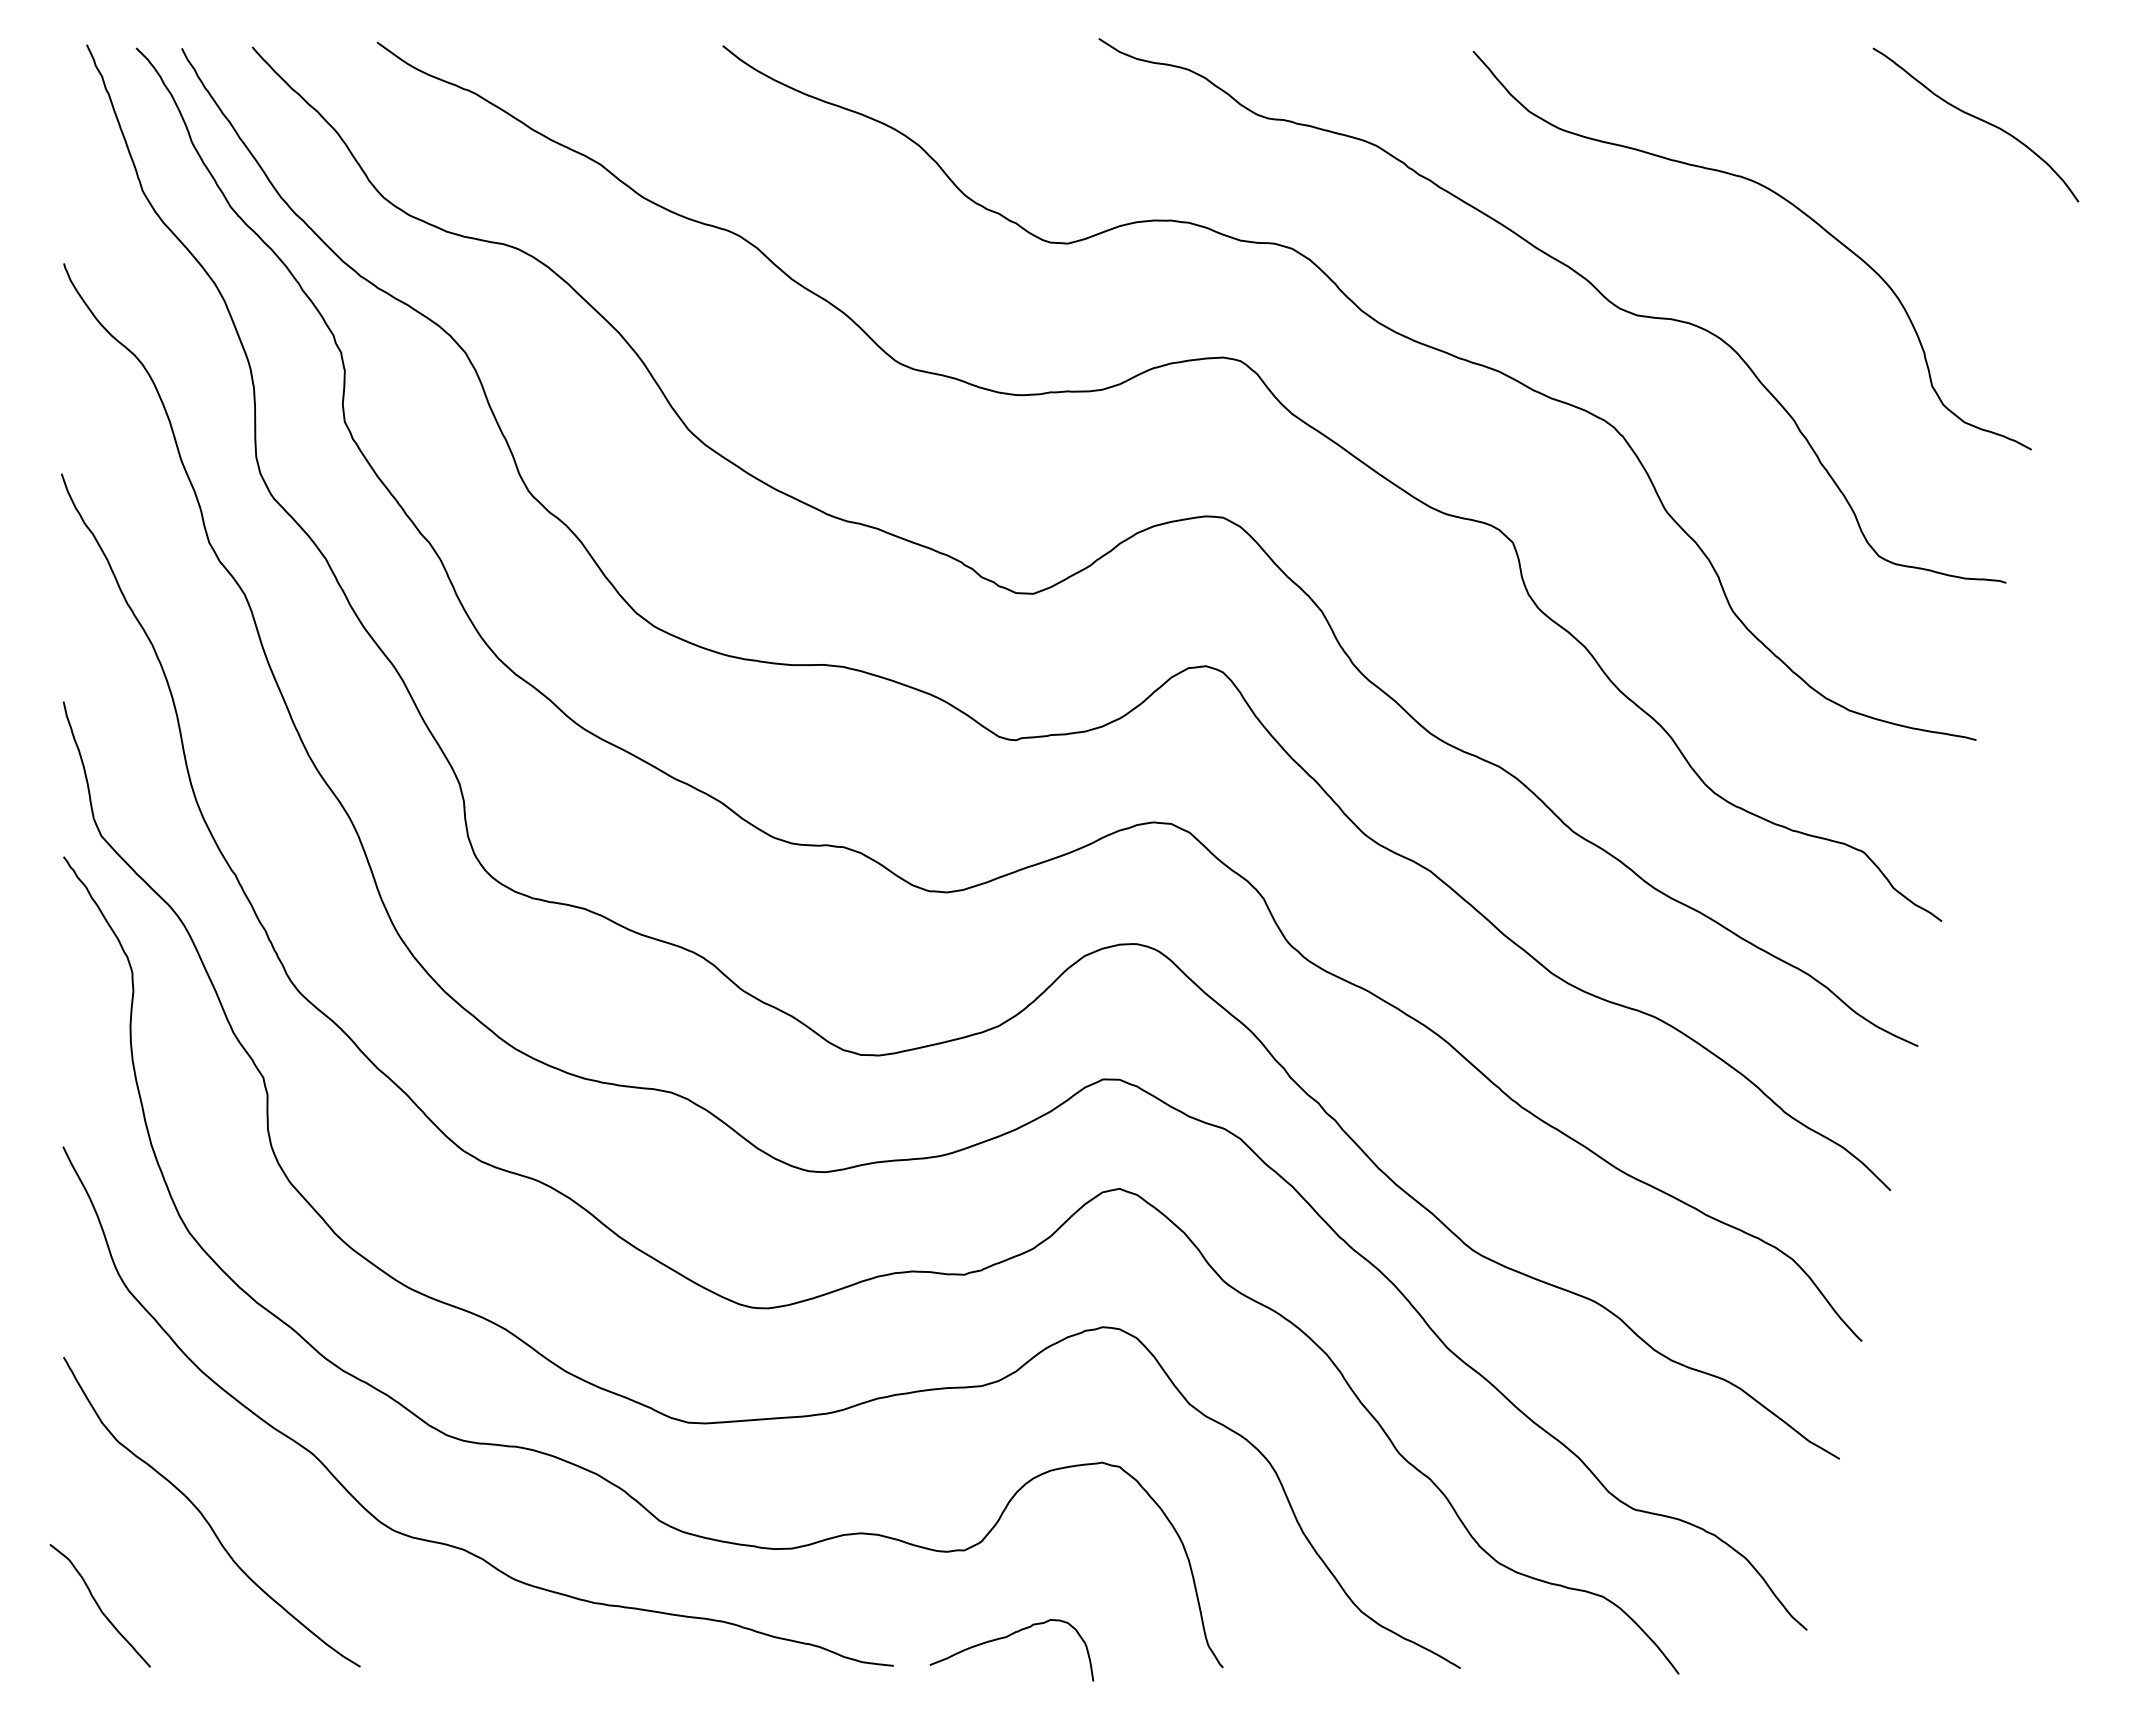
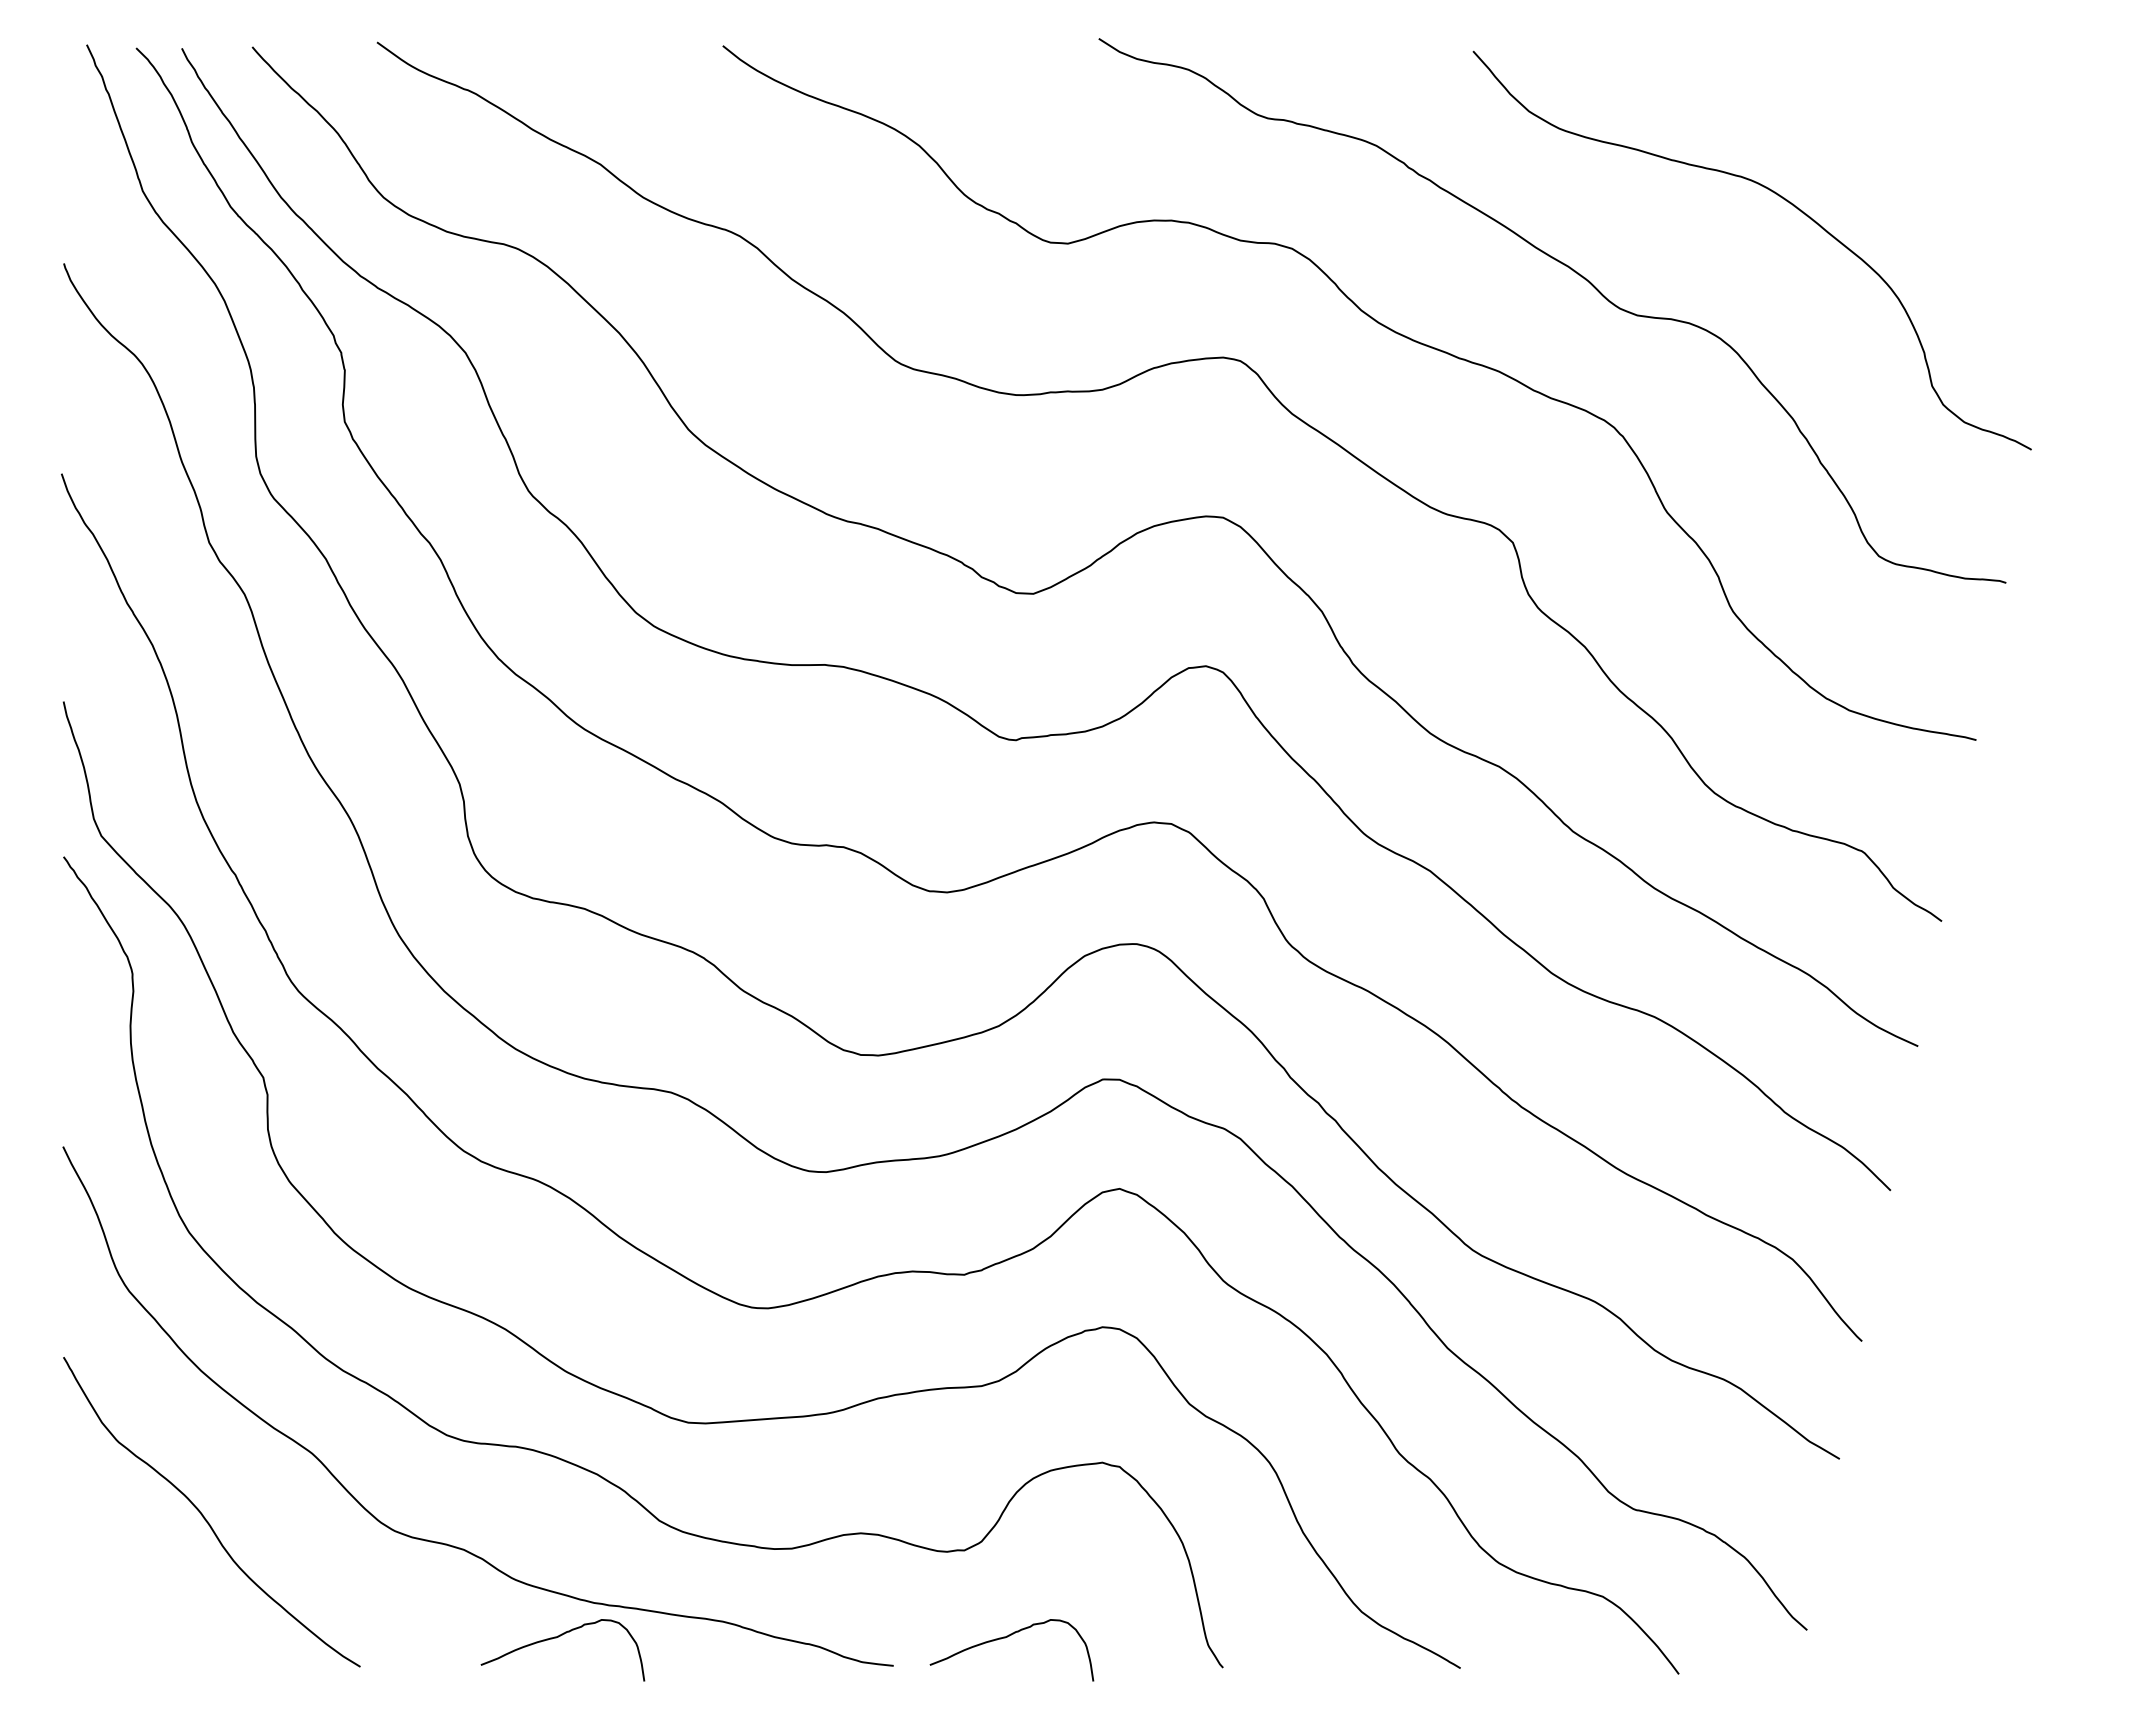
curve at (1977, 119): present -> none
curve at (99, 1605): present -> none
curve at (556, 1638): none -> present
